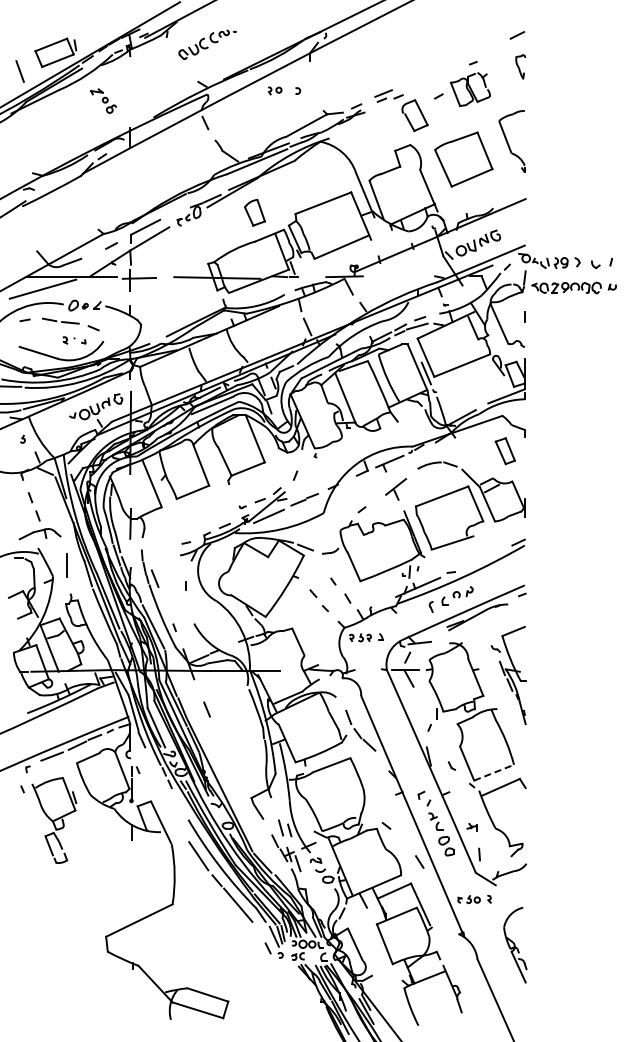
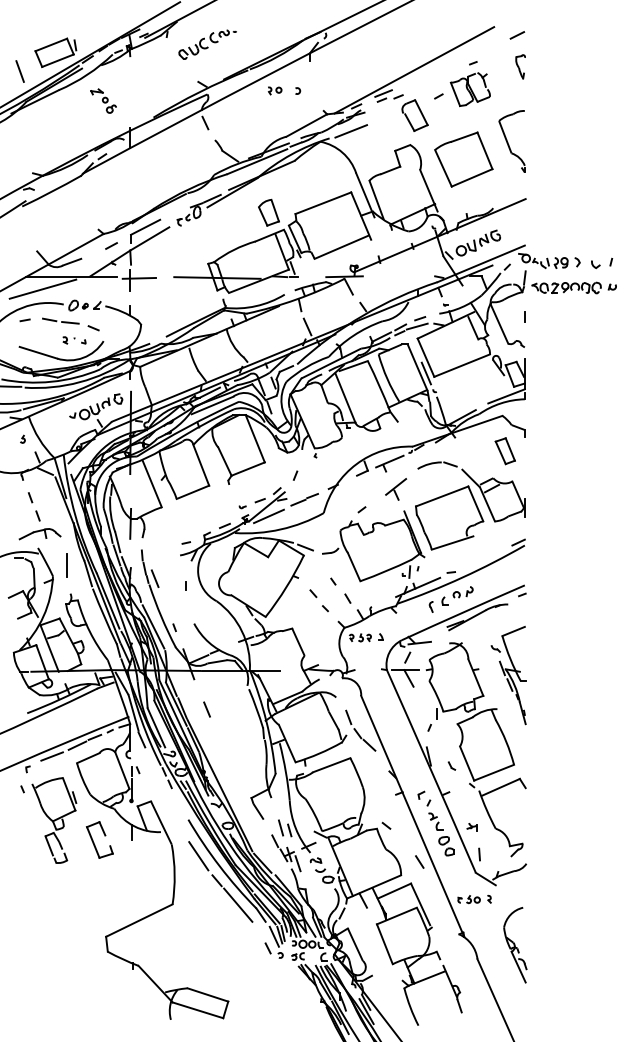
line at (414, 70): none -> present
line at (351, 131): none -> present
part at (254, 212) position: (254, 212) -> (268, 212)
line at (494, 772): dashed -> solid
part at (99, 839): none -> present
